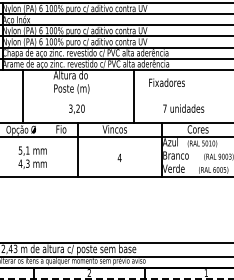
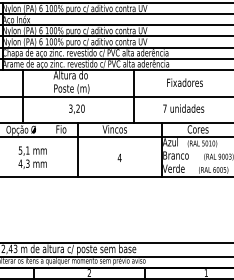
text at (166, 82) position: (166, 82) -> (184, 82)
line at (116, 96): none -> present
line at (116, 279): dashed -> solid
